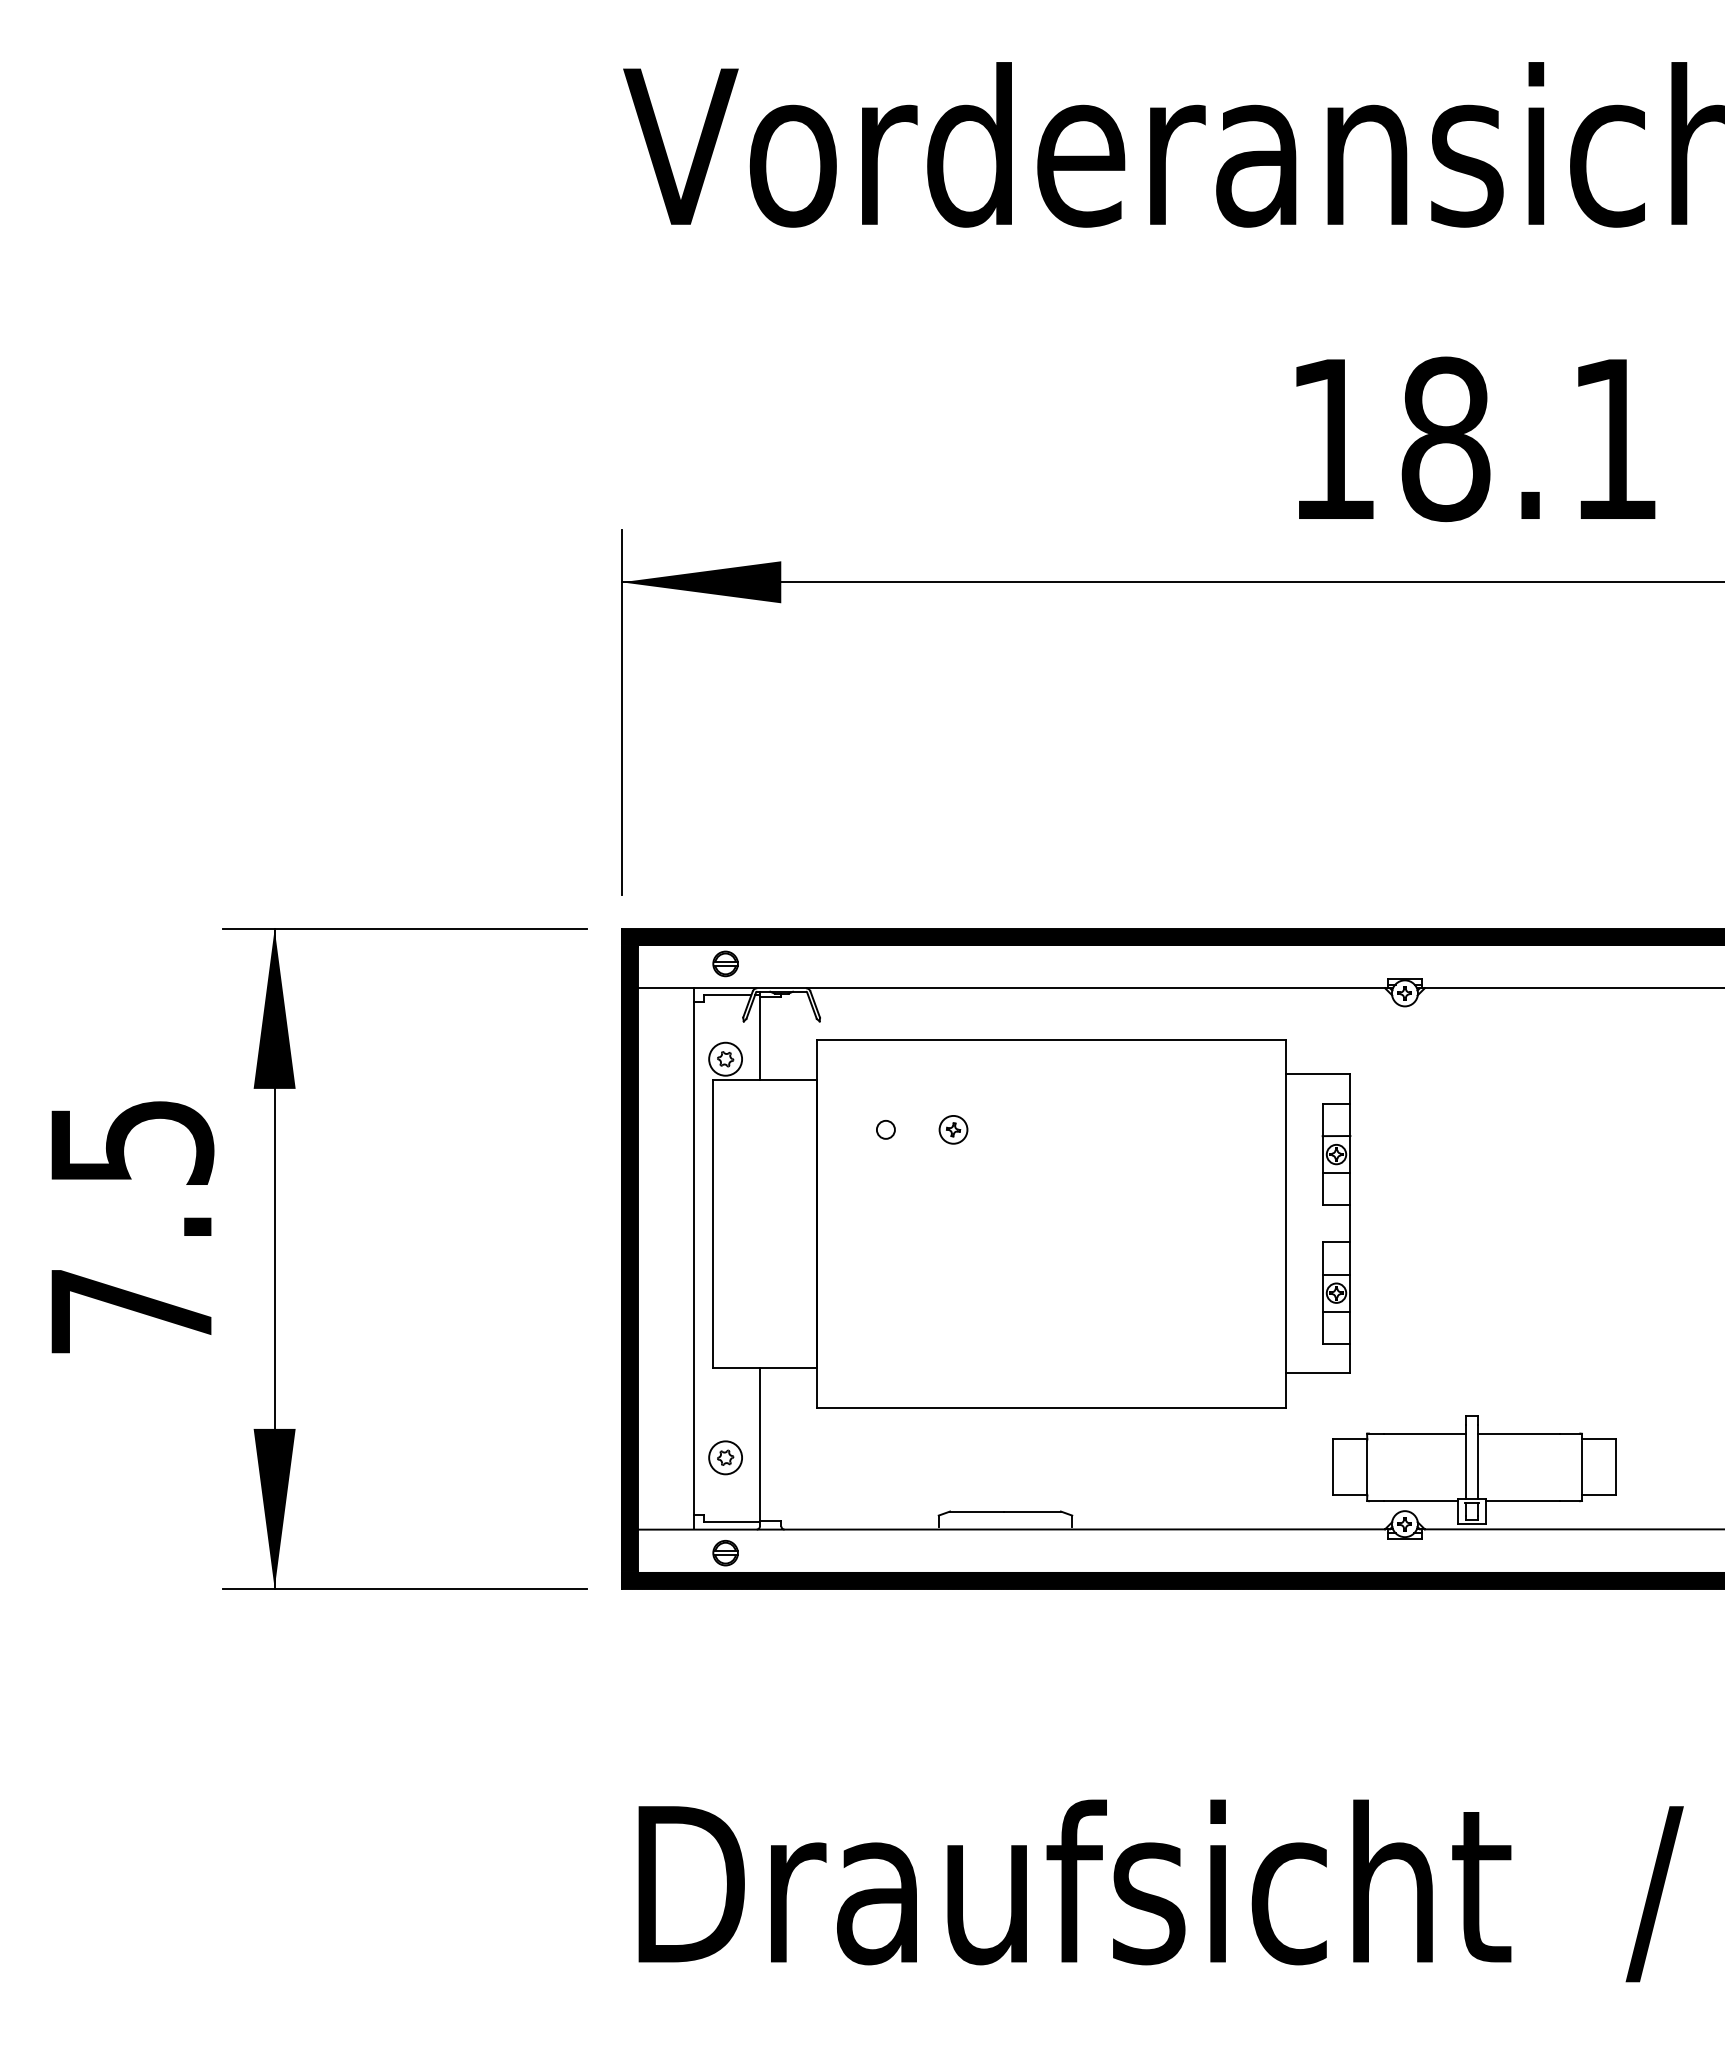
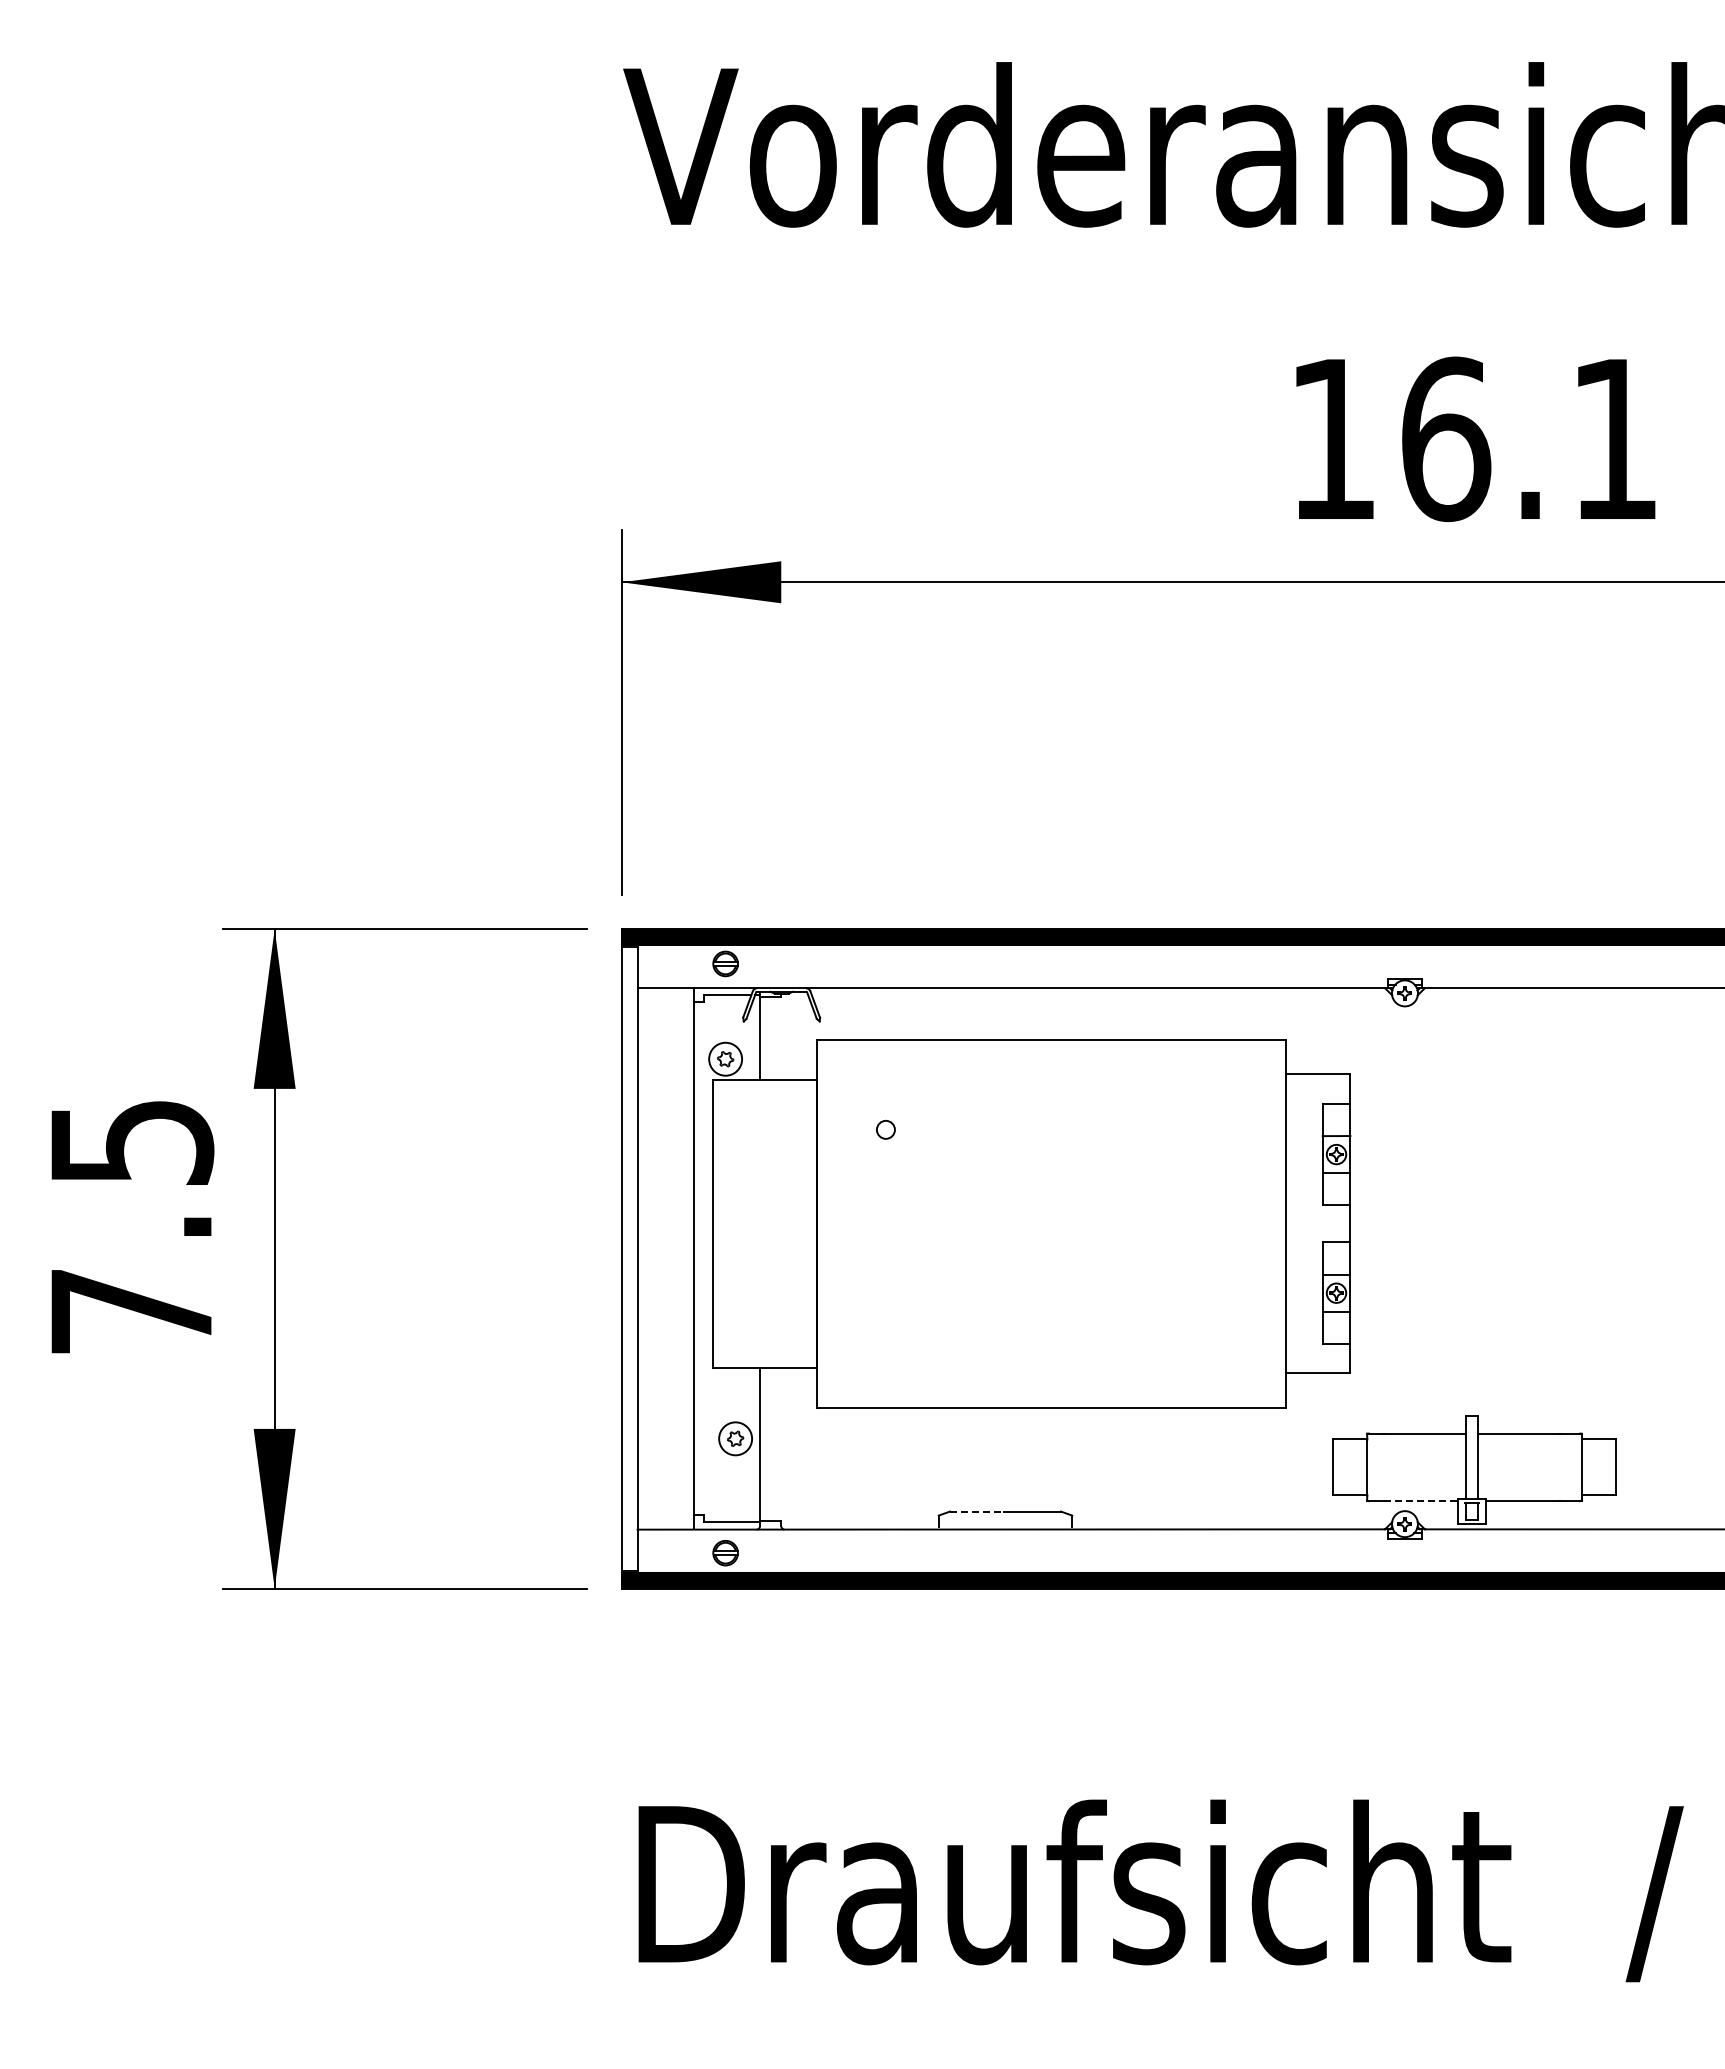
text at (1446, 438): 18.1 -> 16.1
part at (953, 1129): present -> none
hatch at (629, 1258): present -> none
part at (725, 1457) position: (725, 1457) -> (735, 1438)
line at (1421, 1501): solid -> dashed
line at (976, 1511): solid -> dashed
